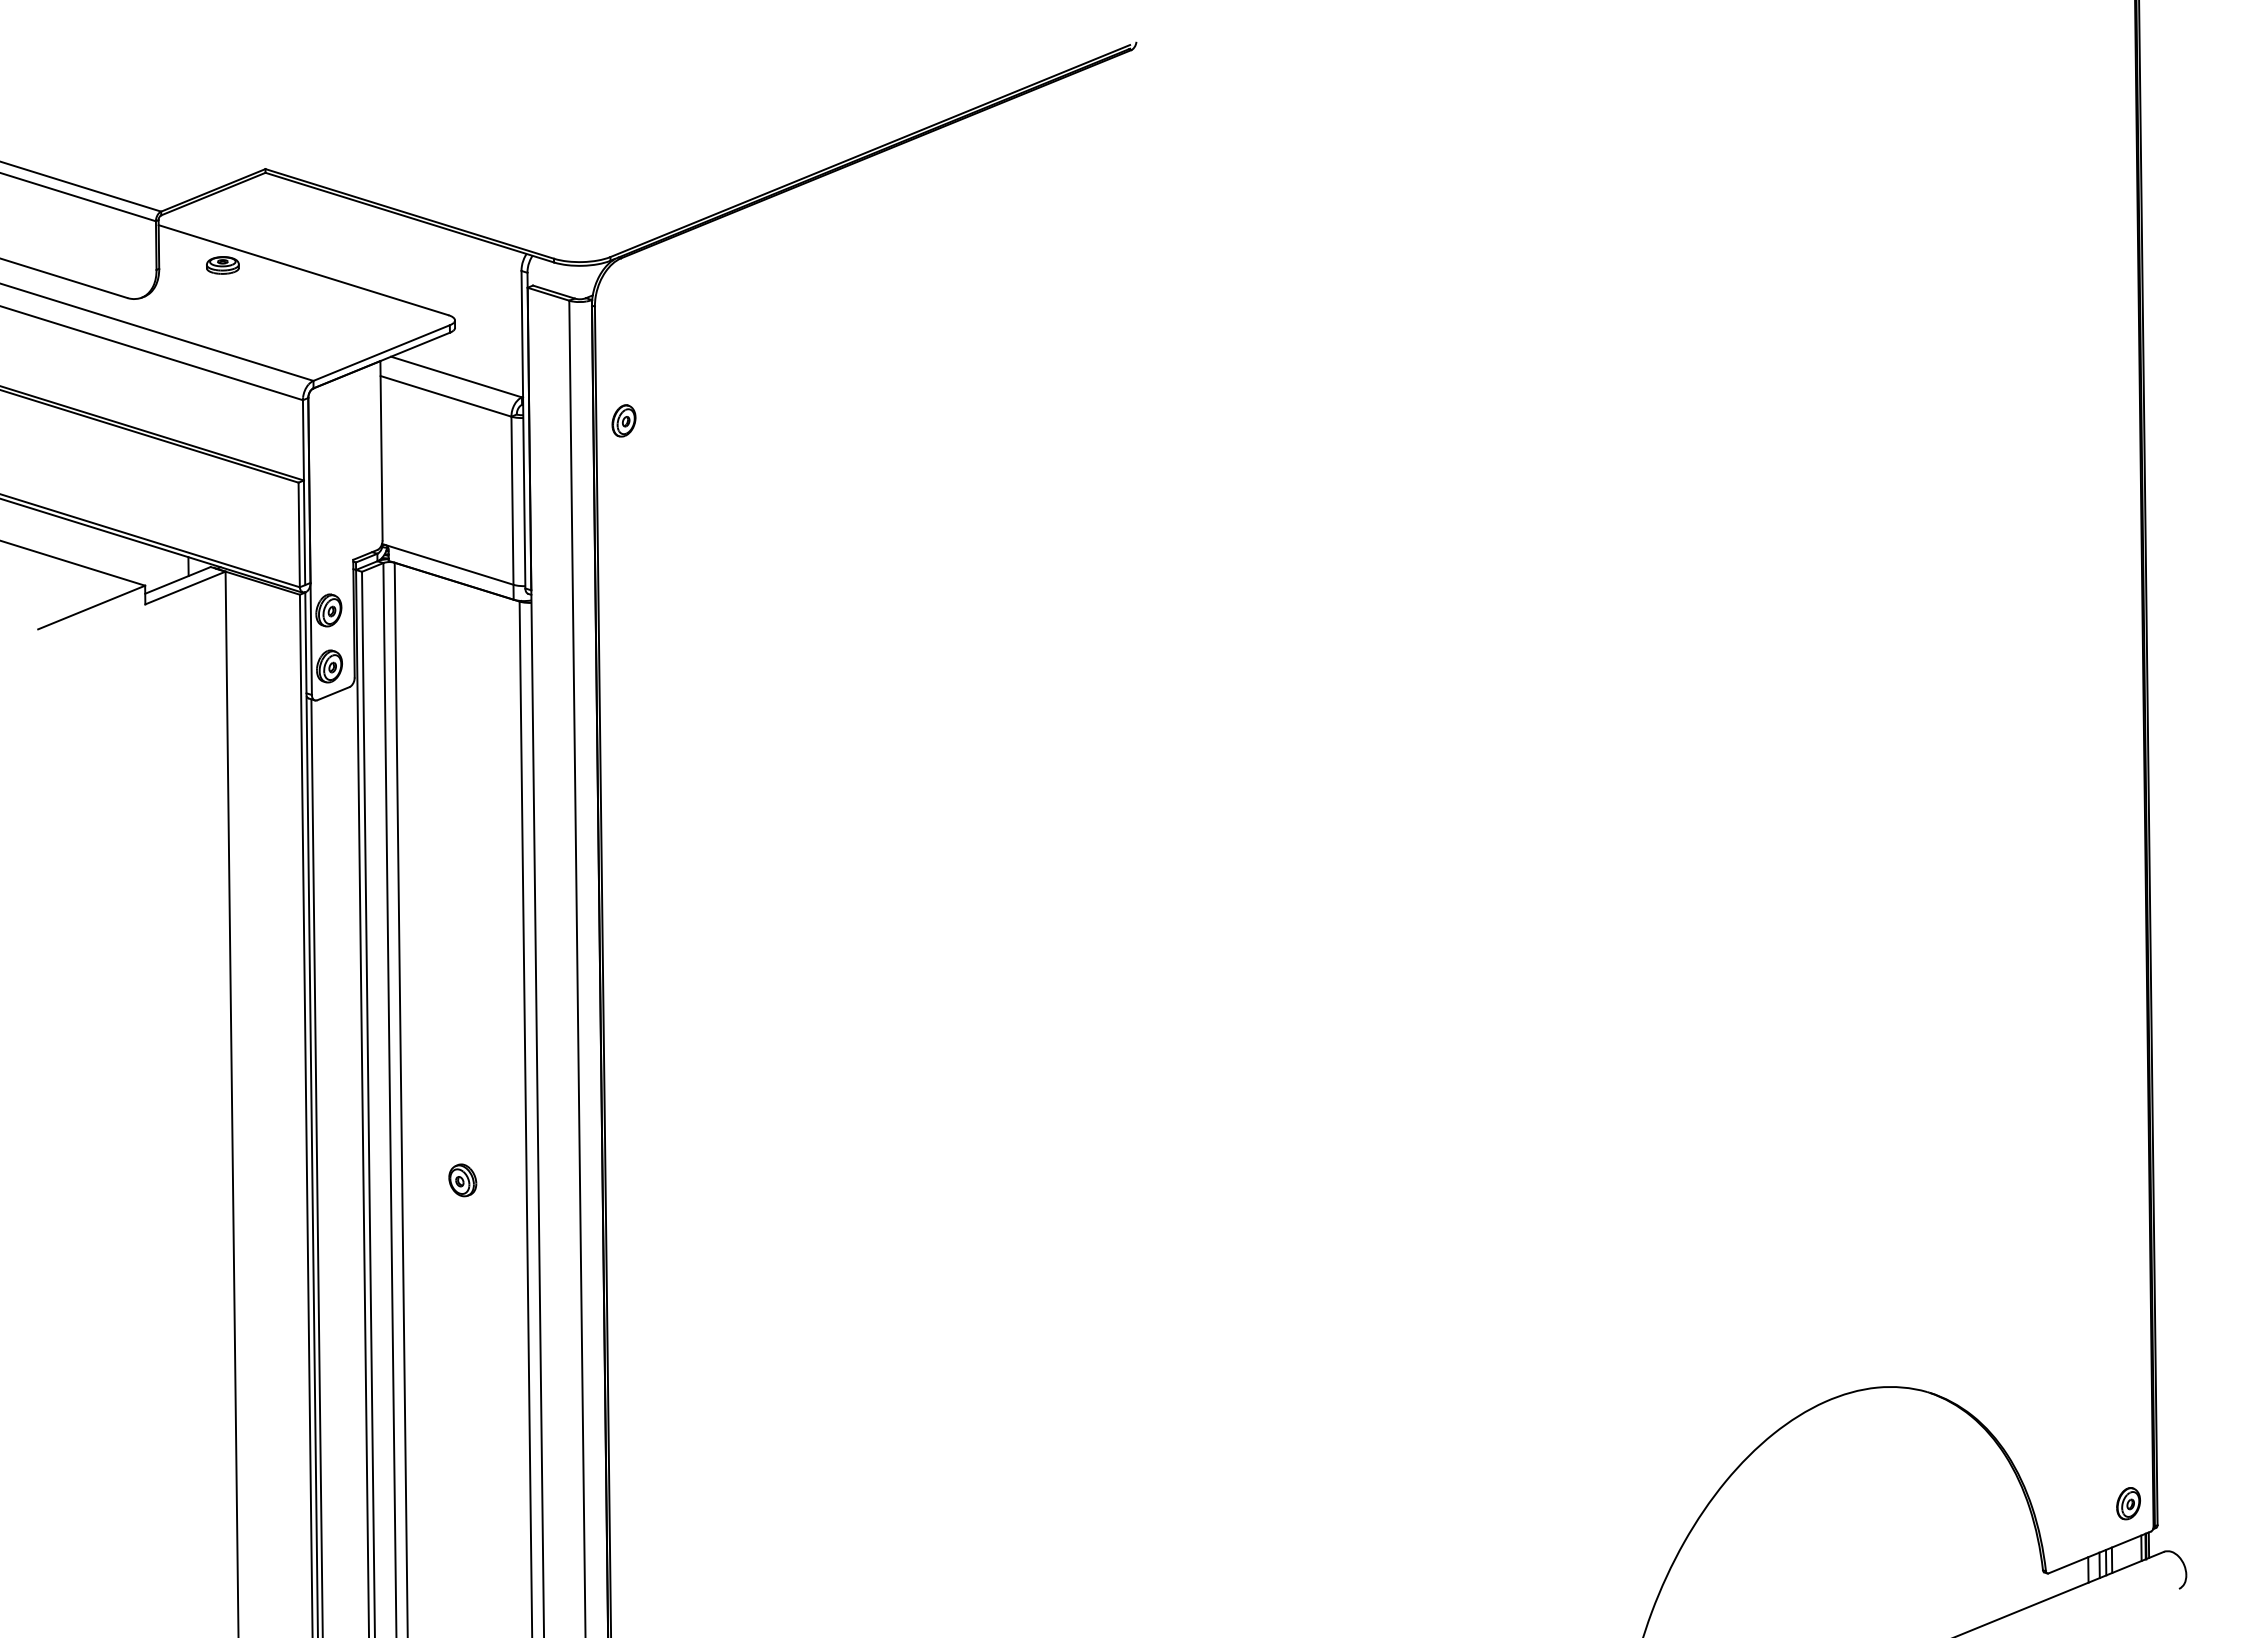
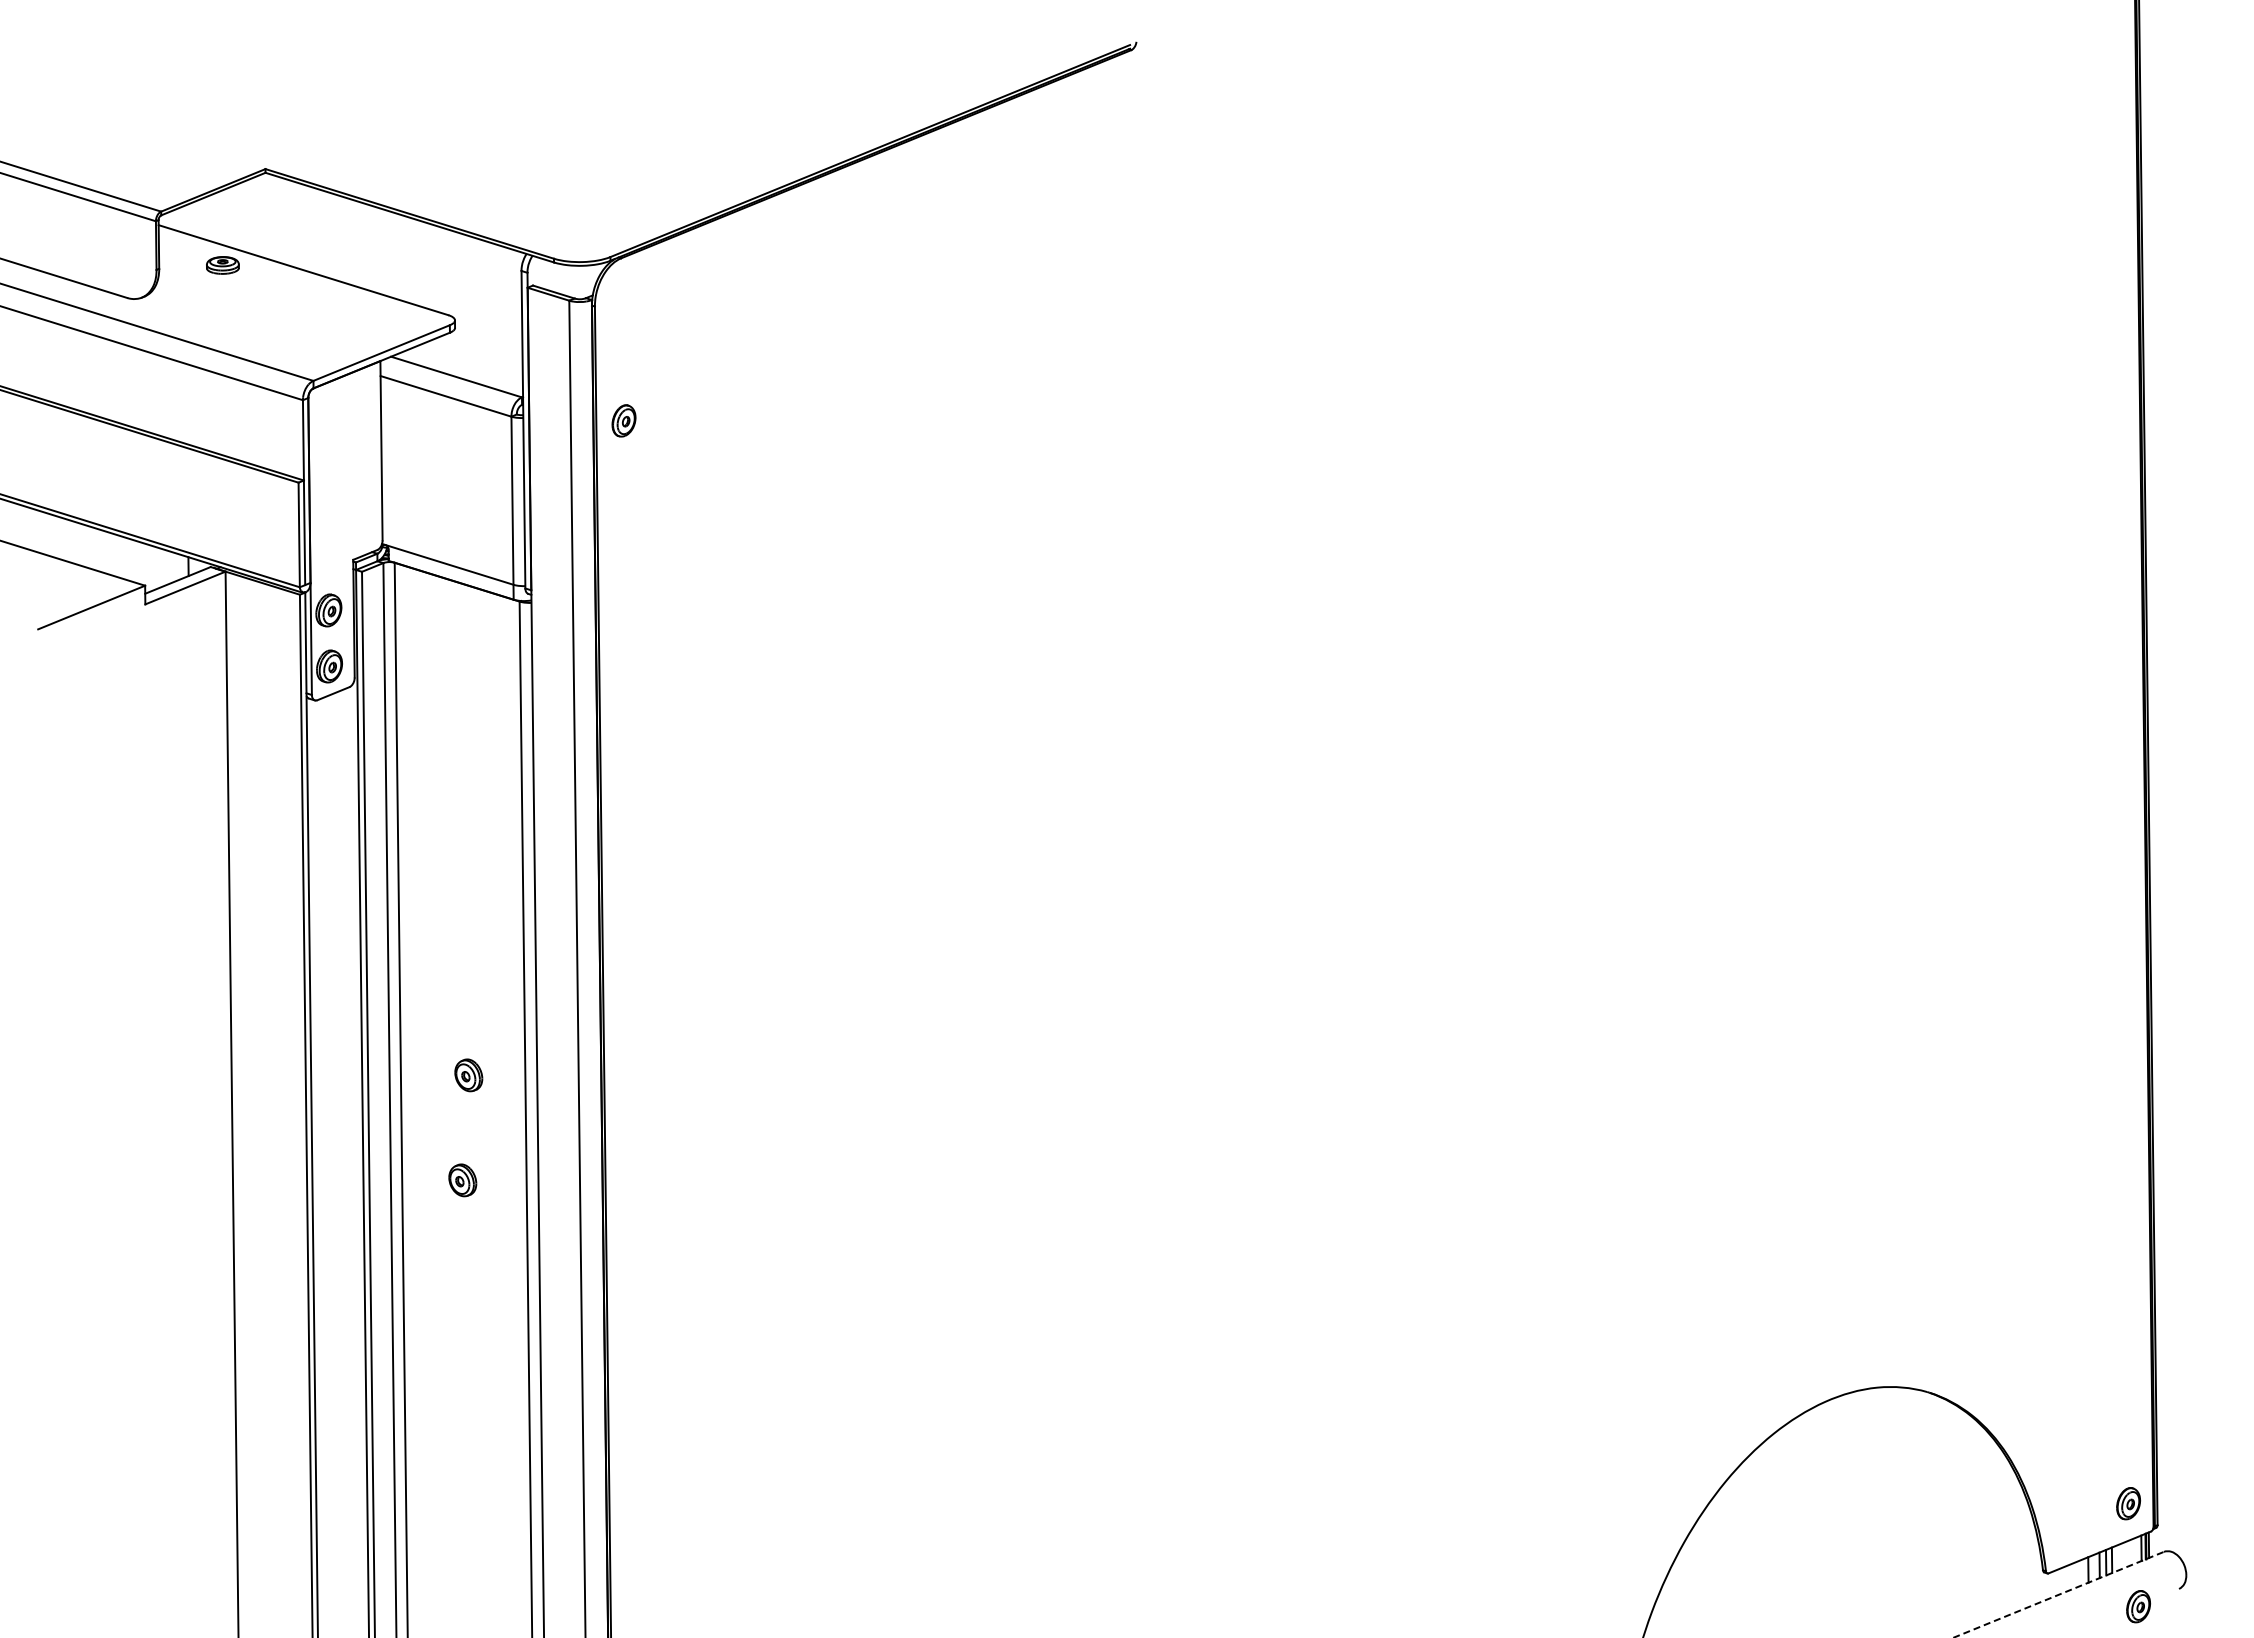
part at (468, 1075): none -> present
line at (316, 1166): present -> none
line at (2059, 1594): solid -> dashed
part at (2138, 1606): none -> present
